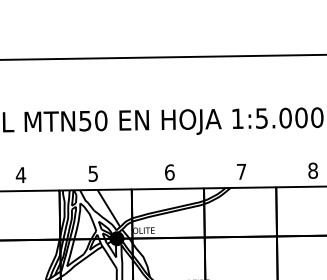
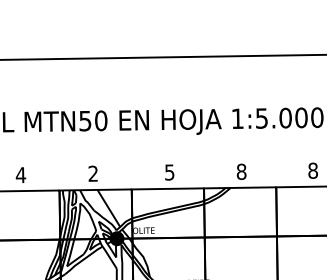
text at (241, 171): 7 -> 8
text at (169, 172): 6 -> 5
text at (92, 173): 5 -> 2
